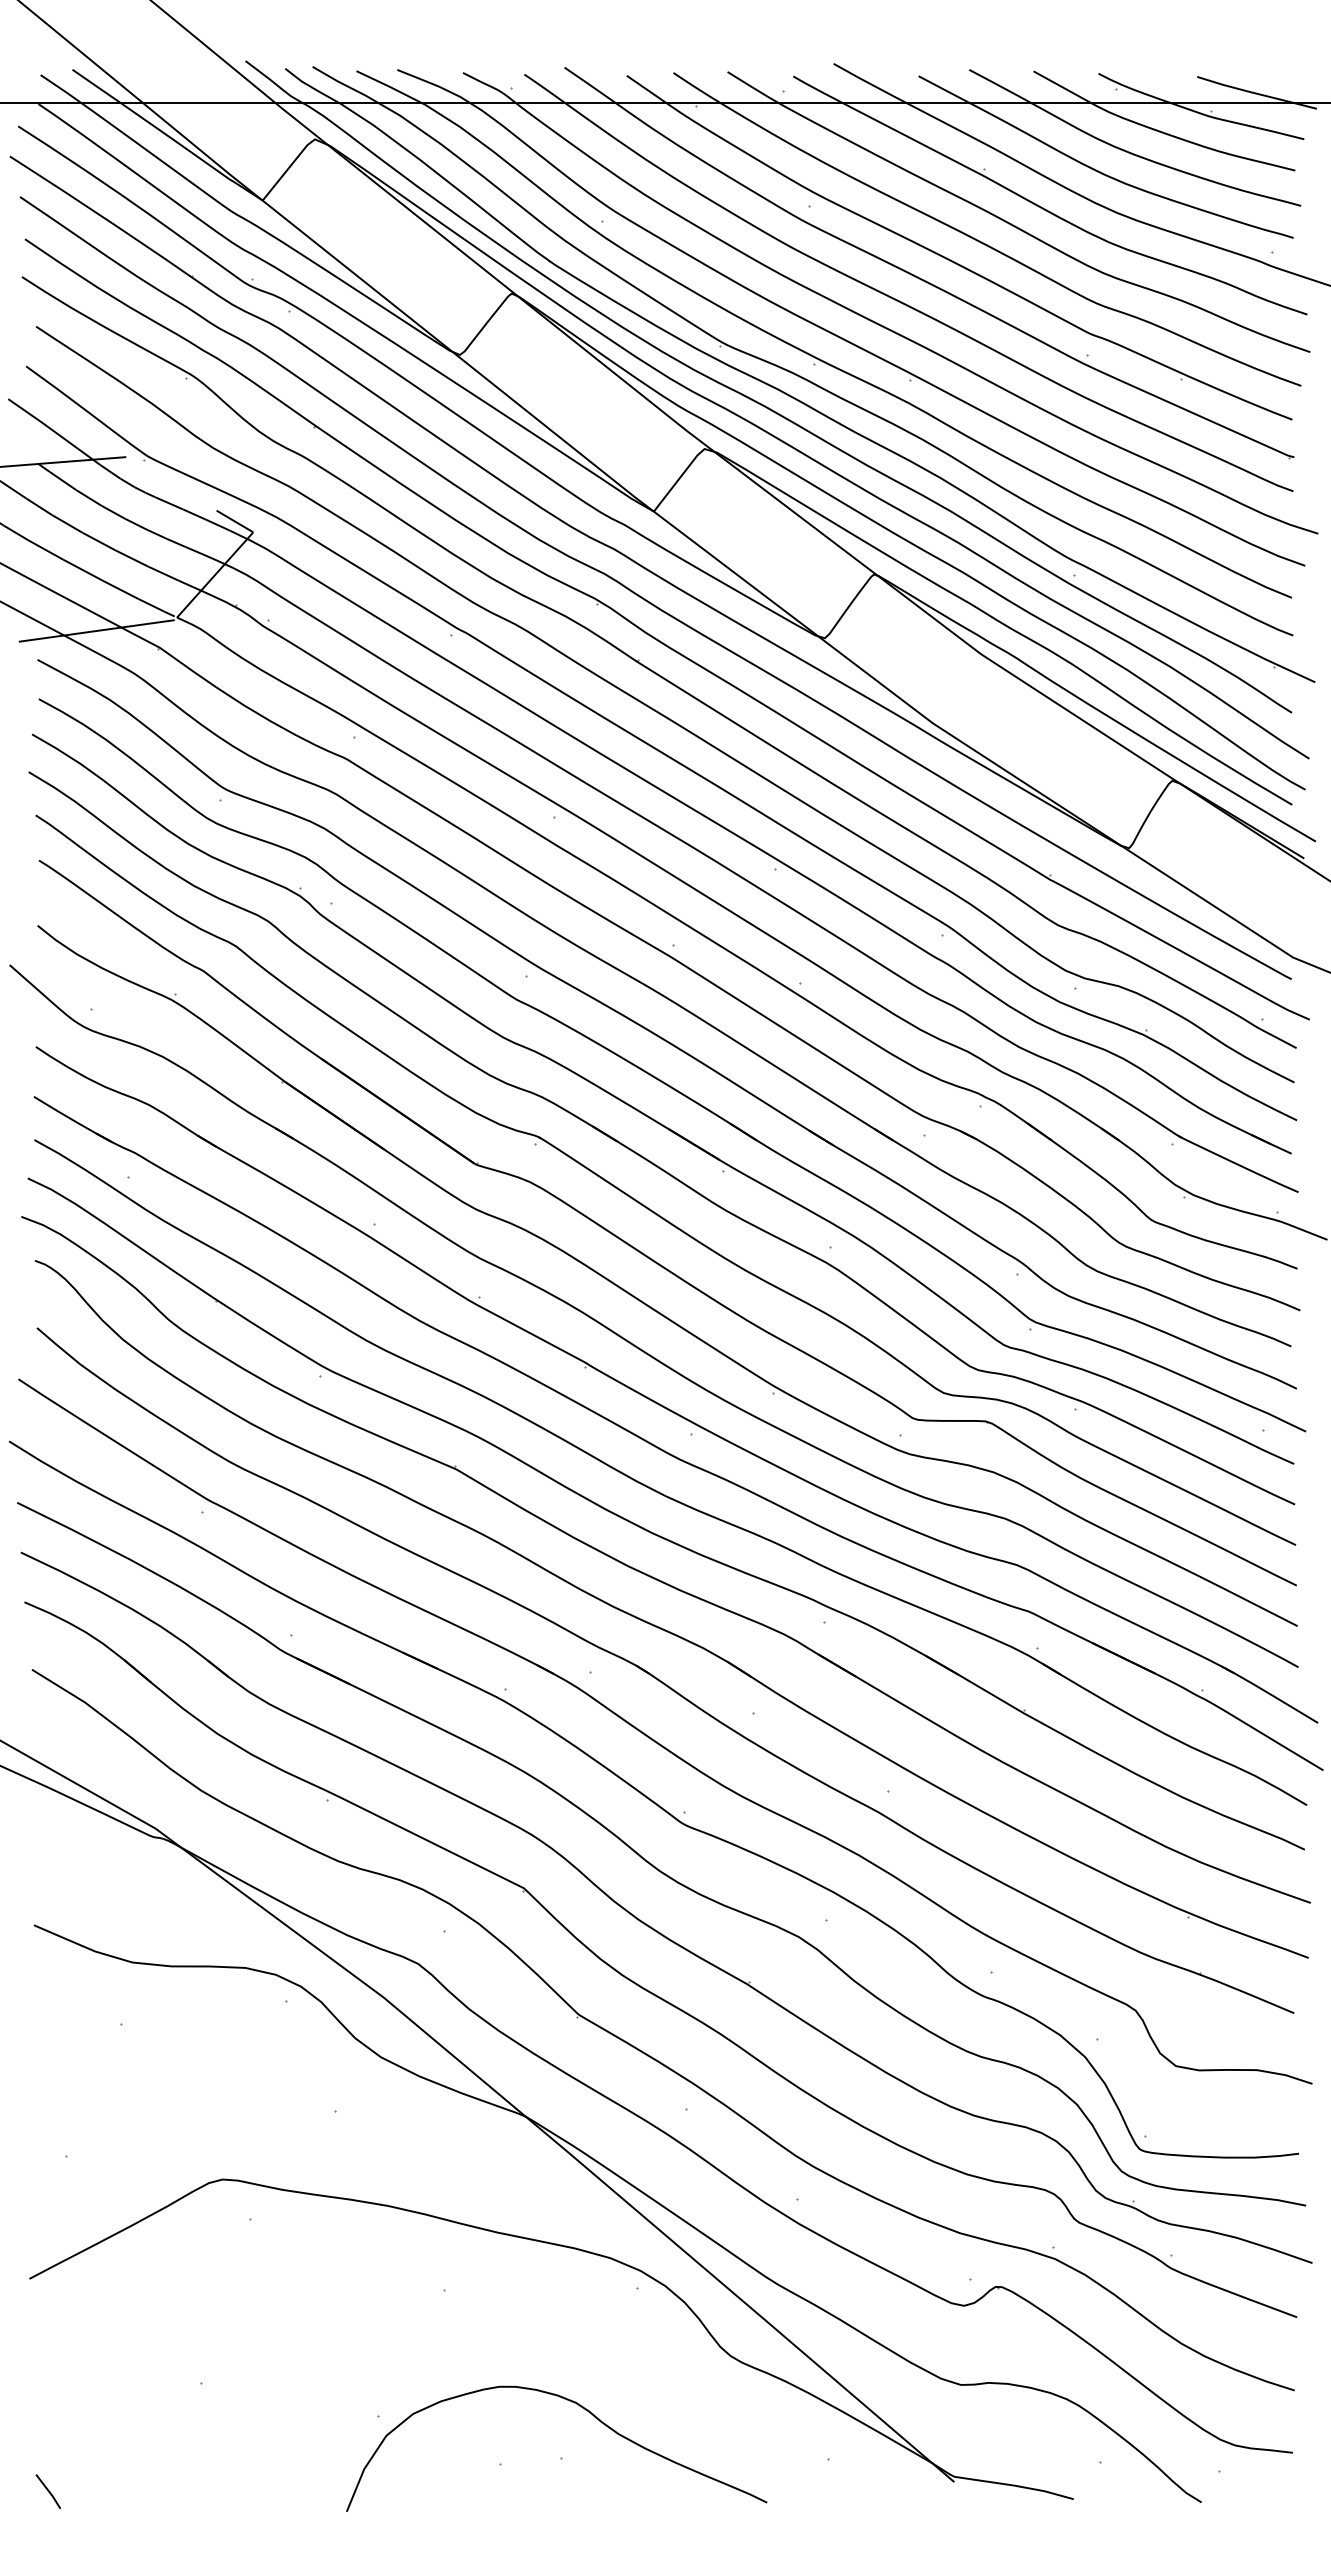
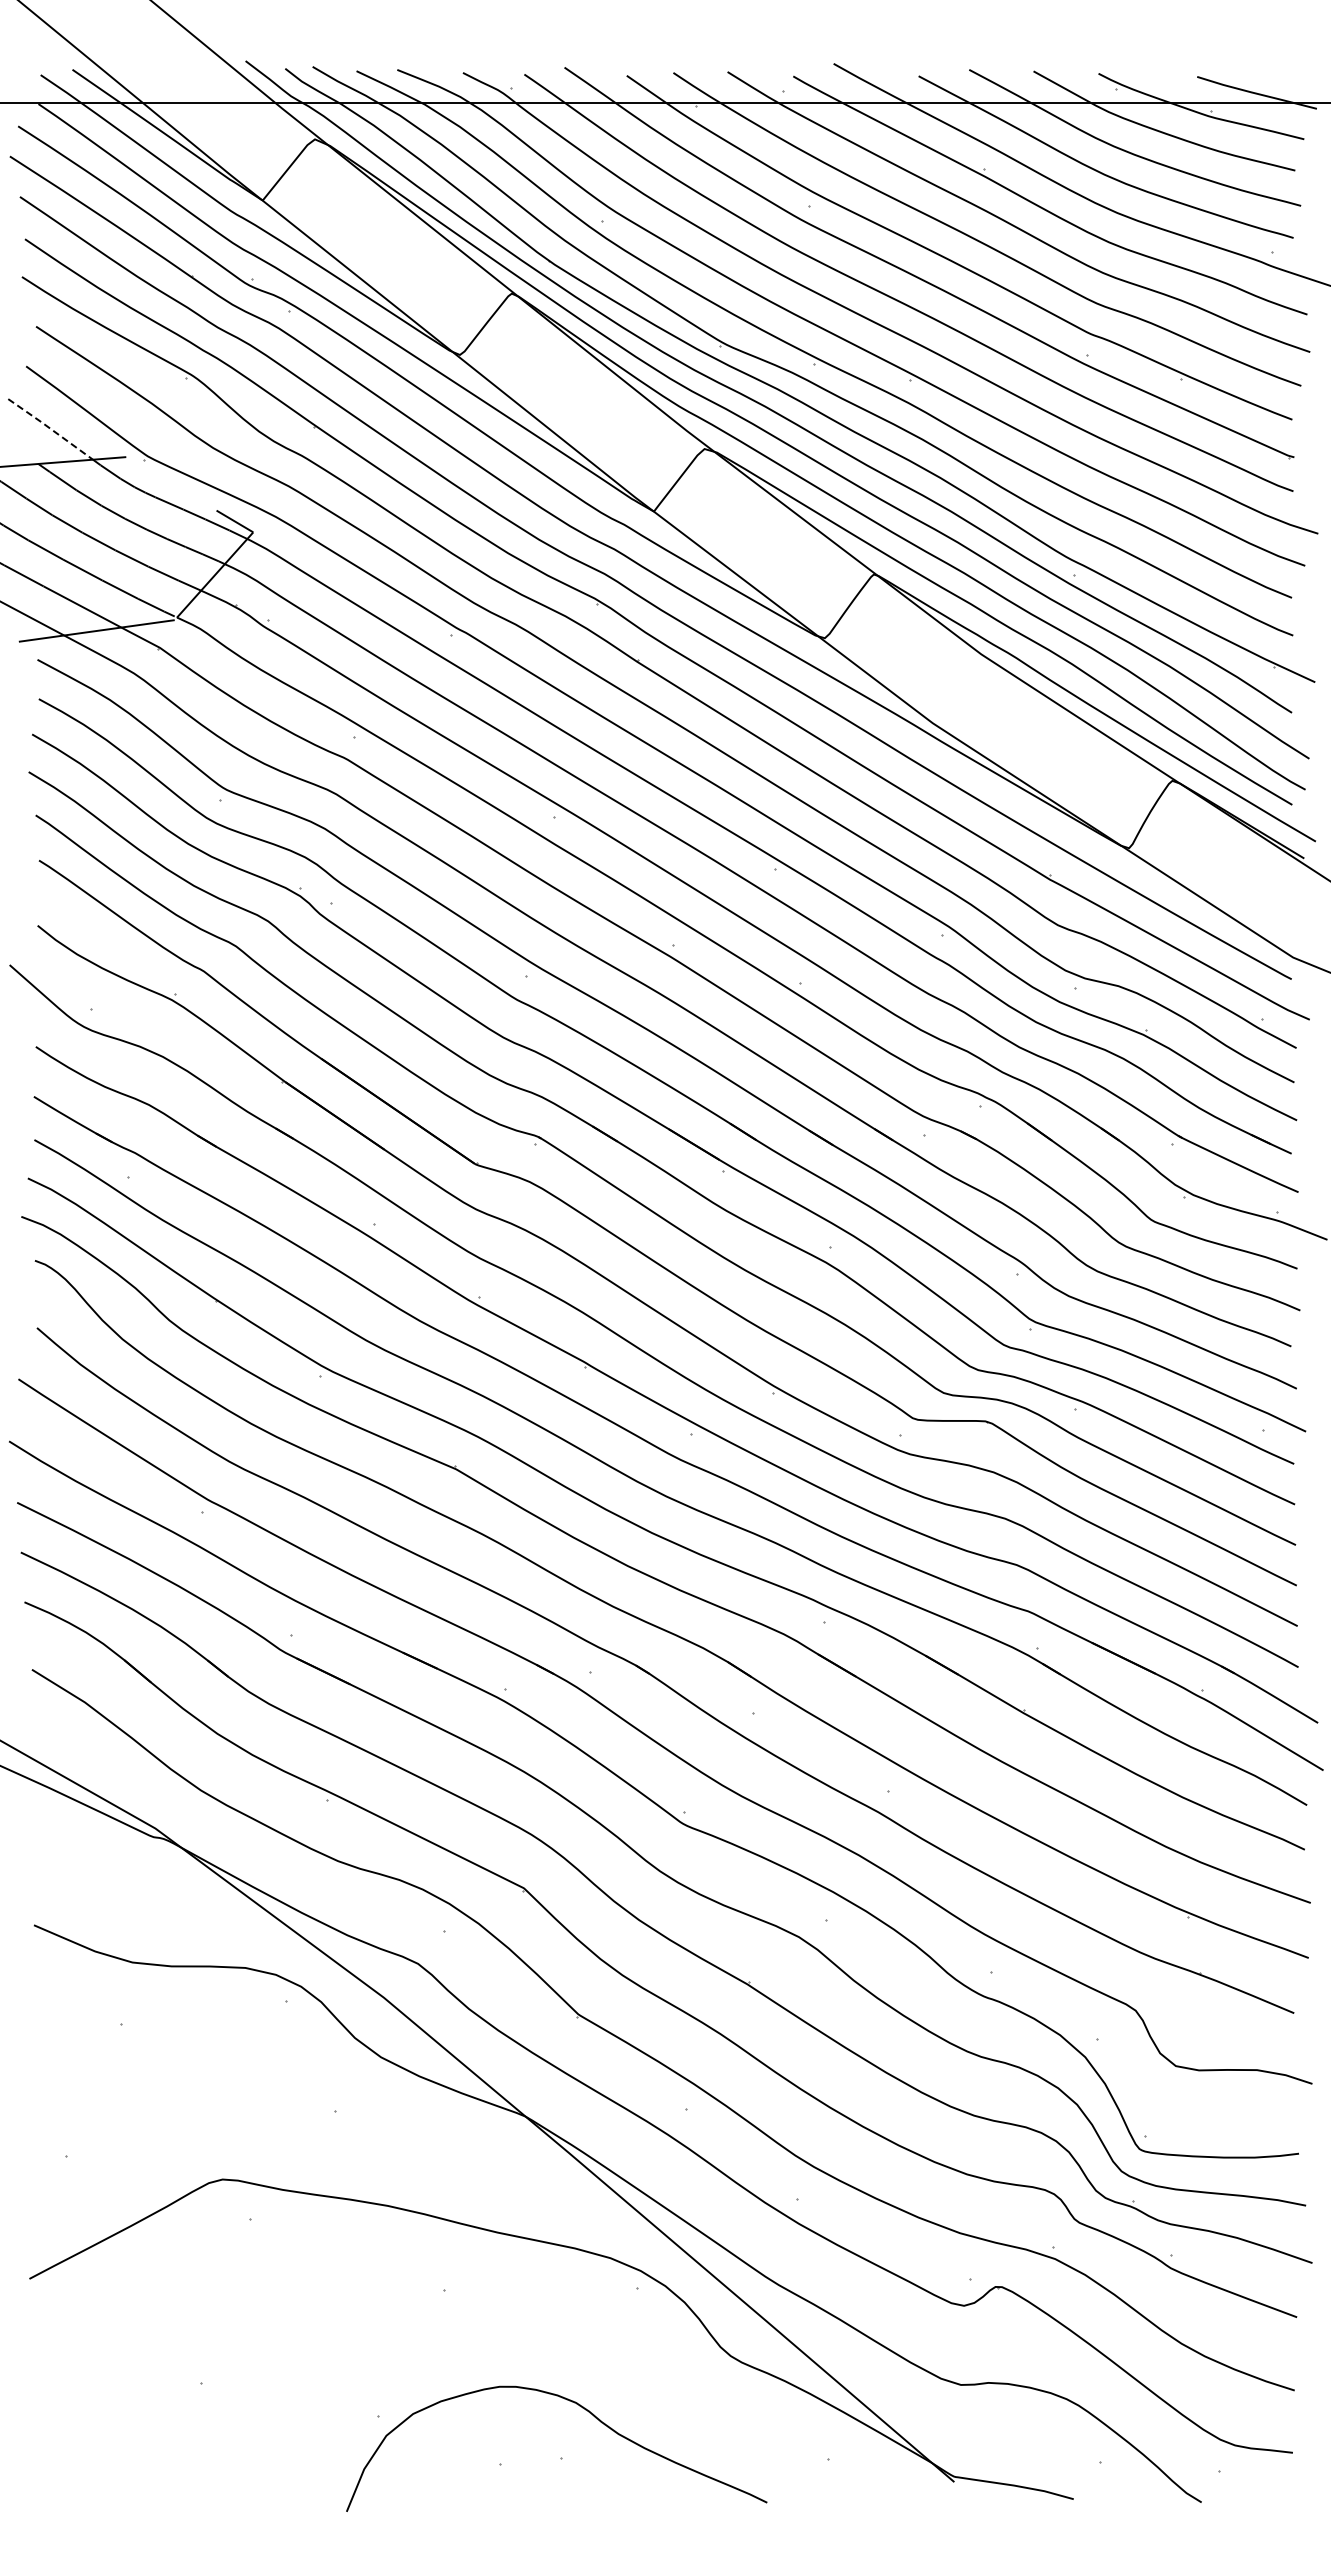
line at (50, 428): solid -> dashed
line at (48, 2491): present -> none
